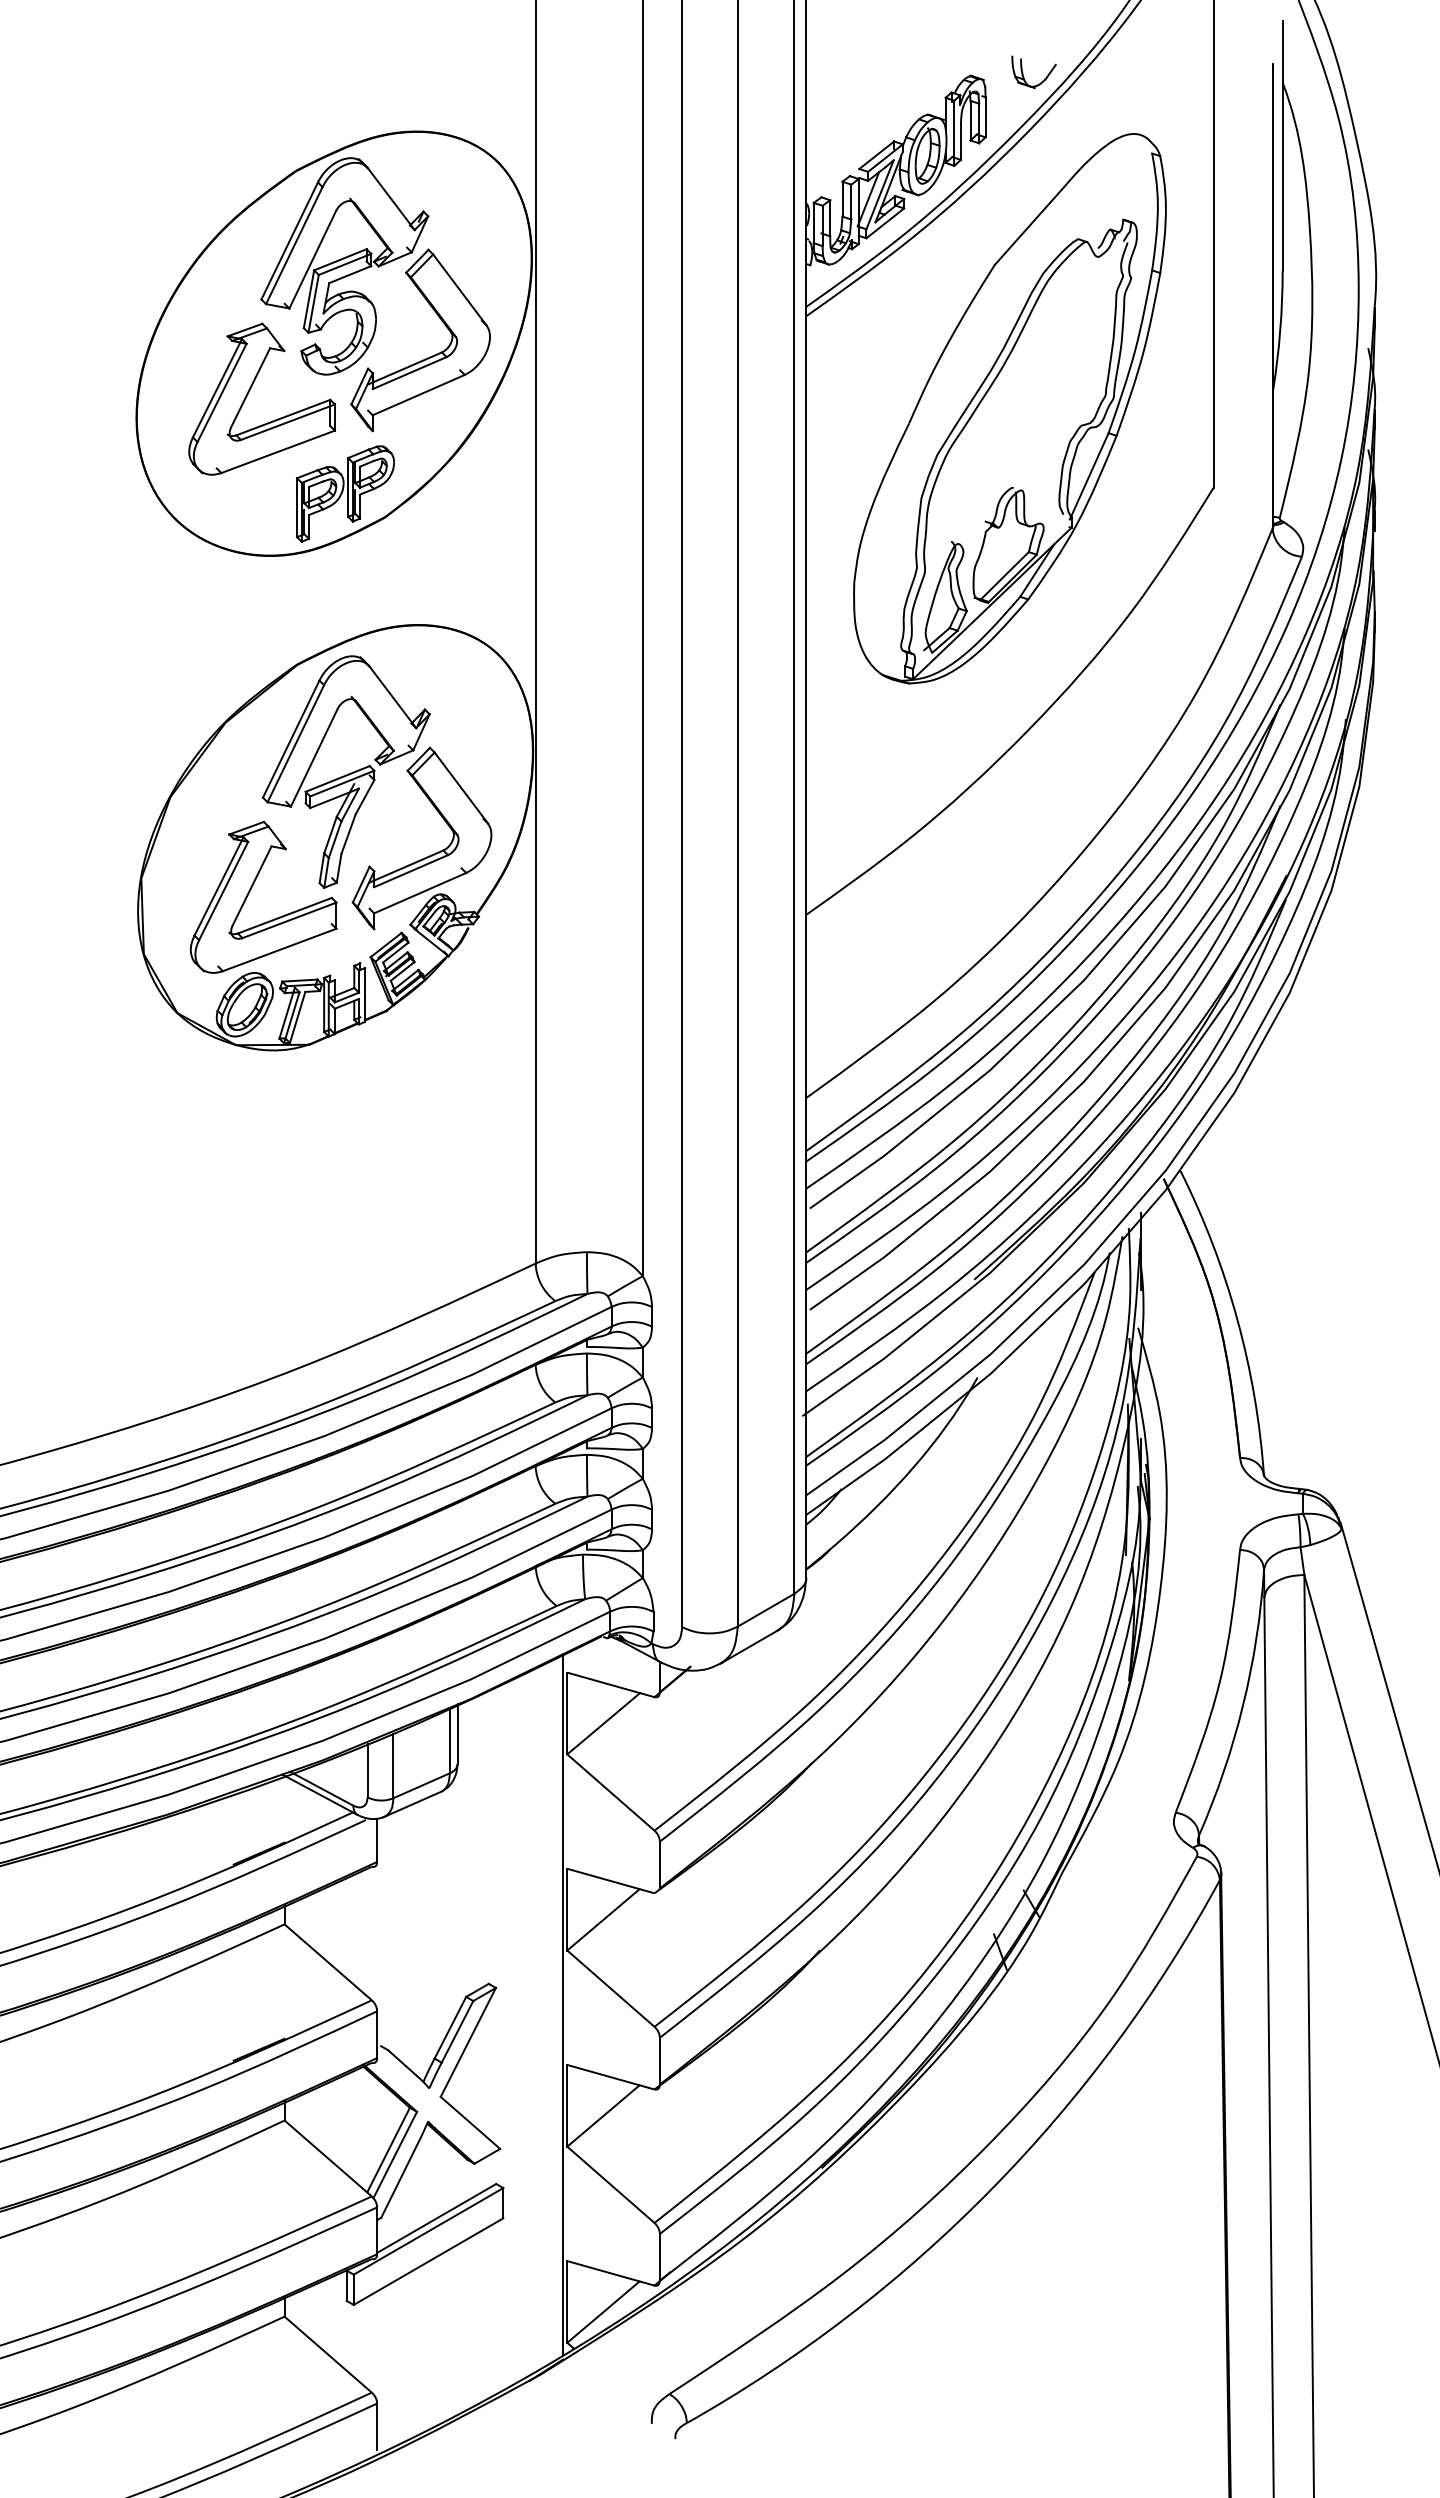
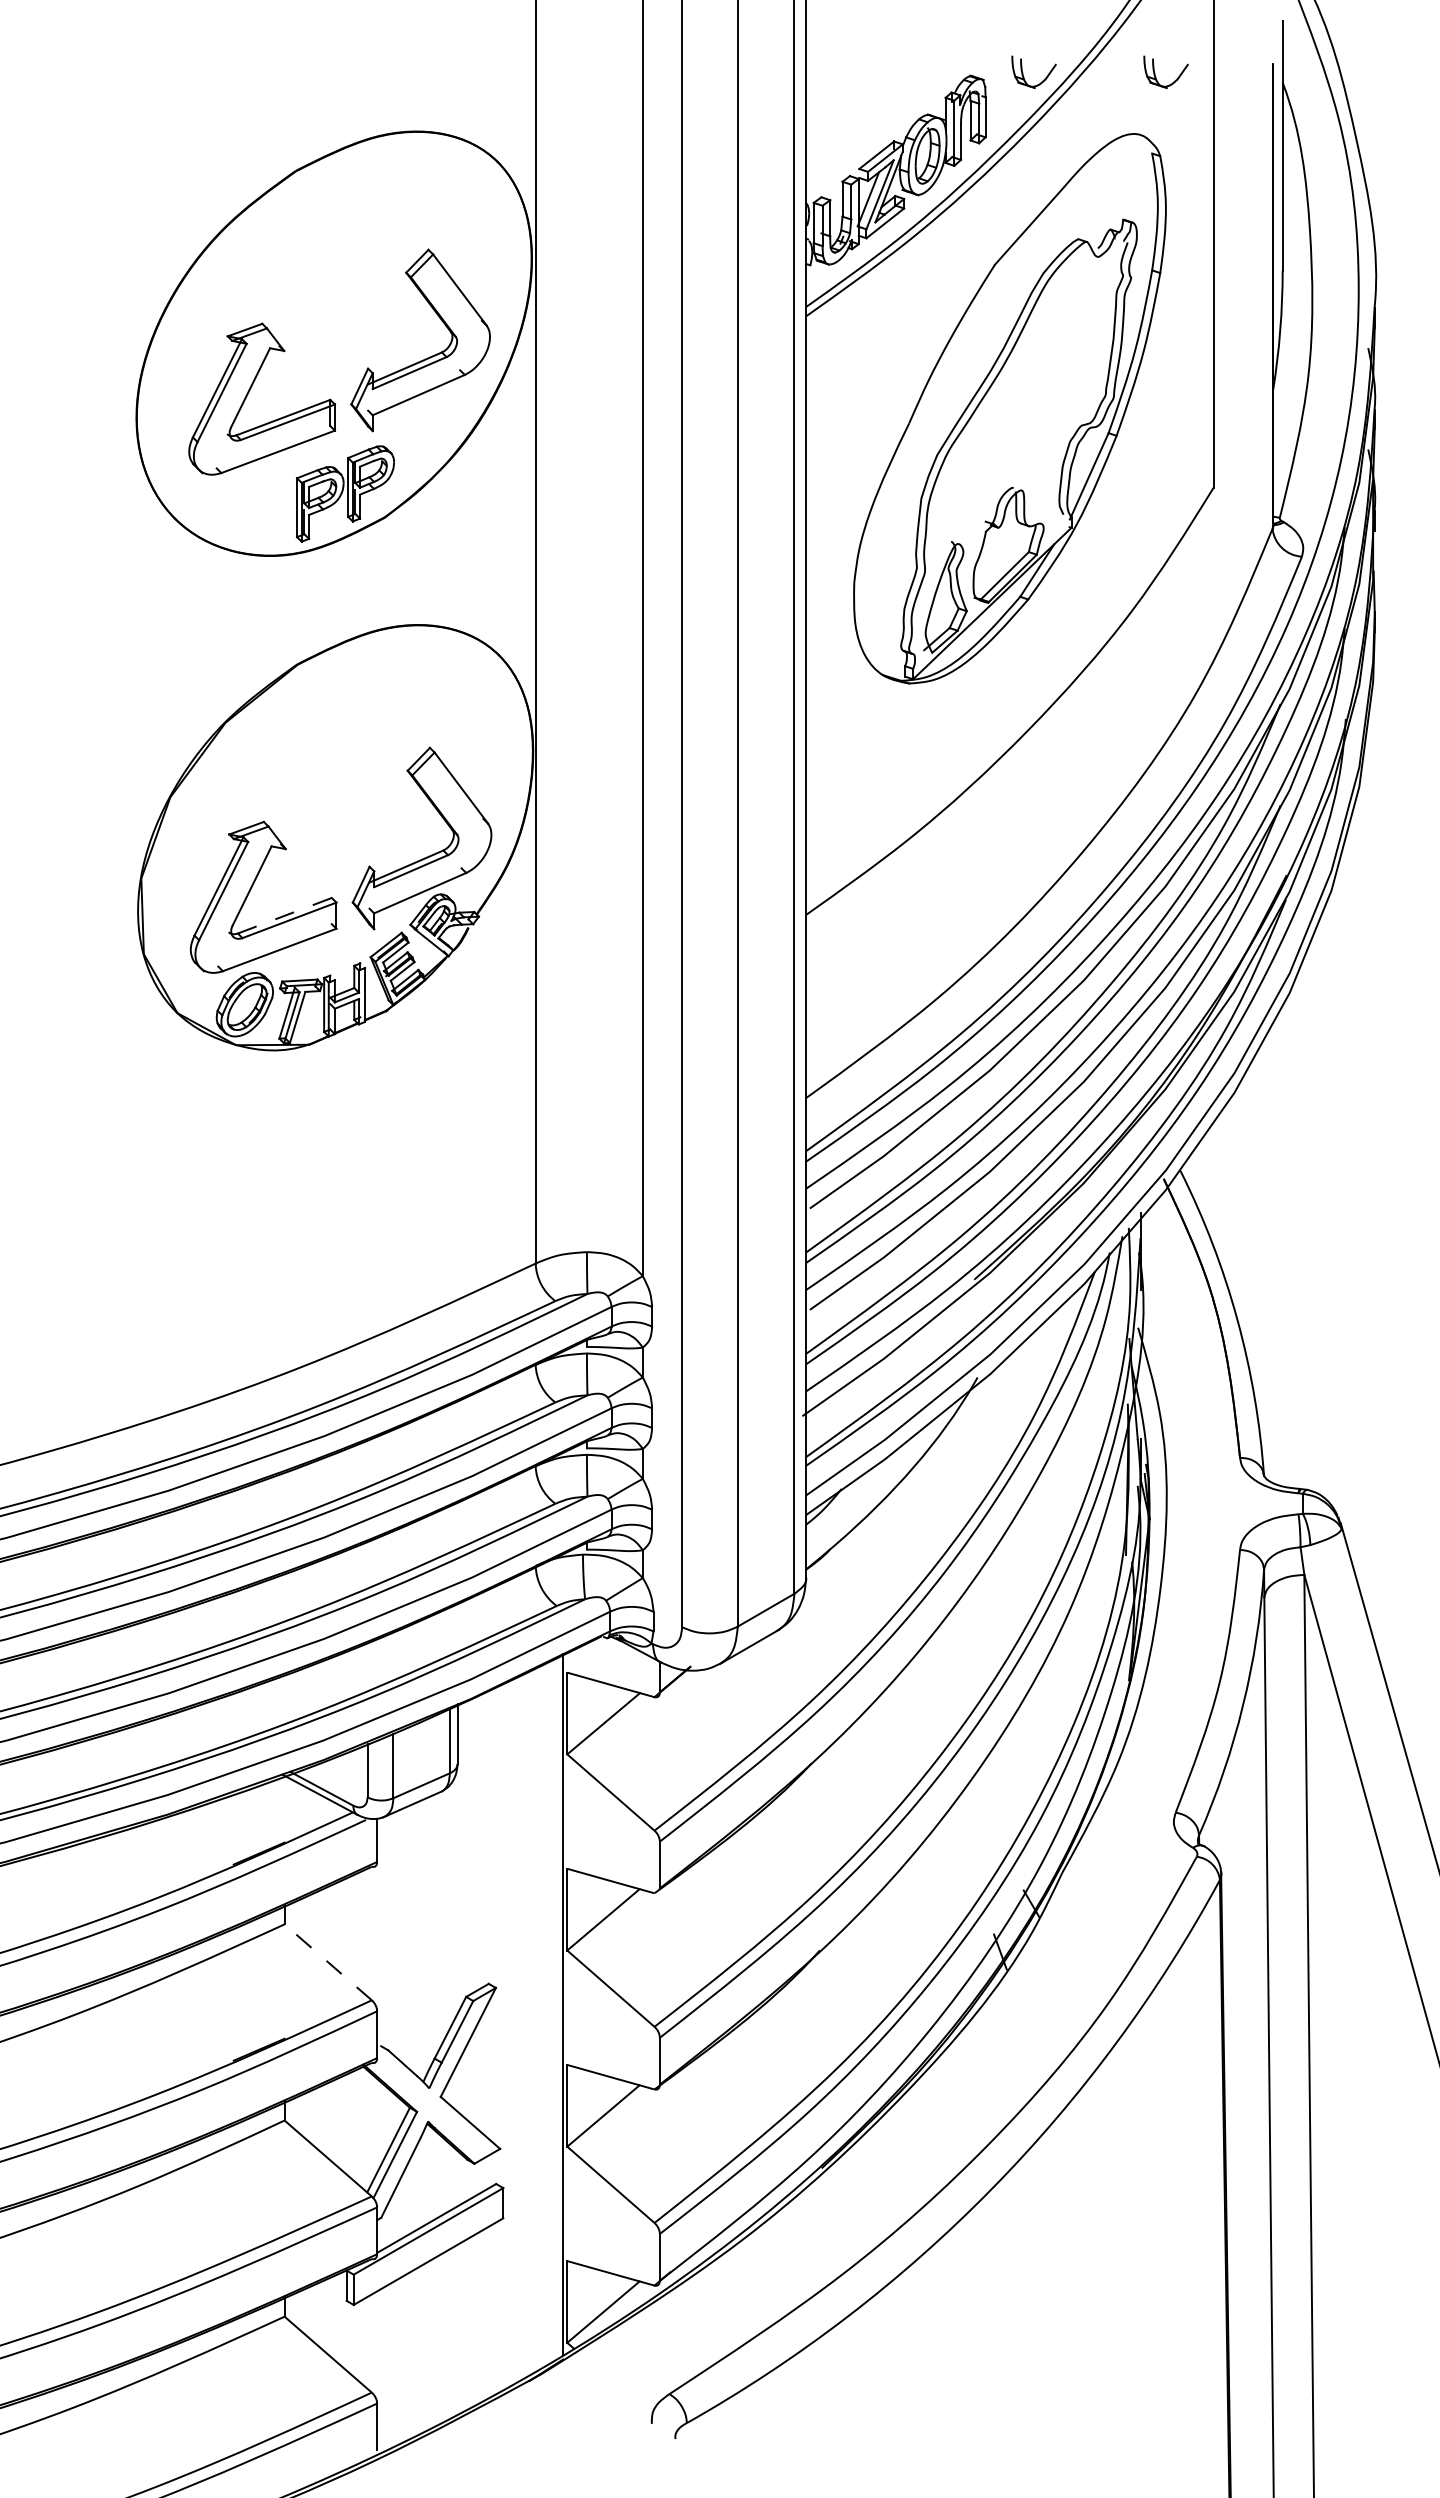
part at (1155, 72): none -> present
part at (344, 266): present -> none
part at (345, 771): present -> none
line at (285, 915): solid -> dashed
line at (328, 1962): solid -> dashed
